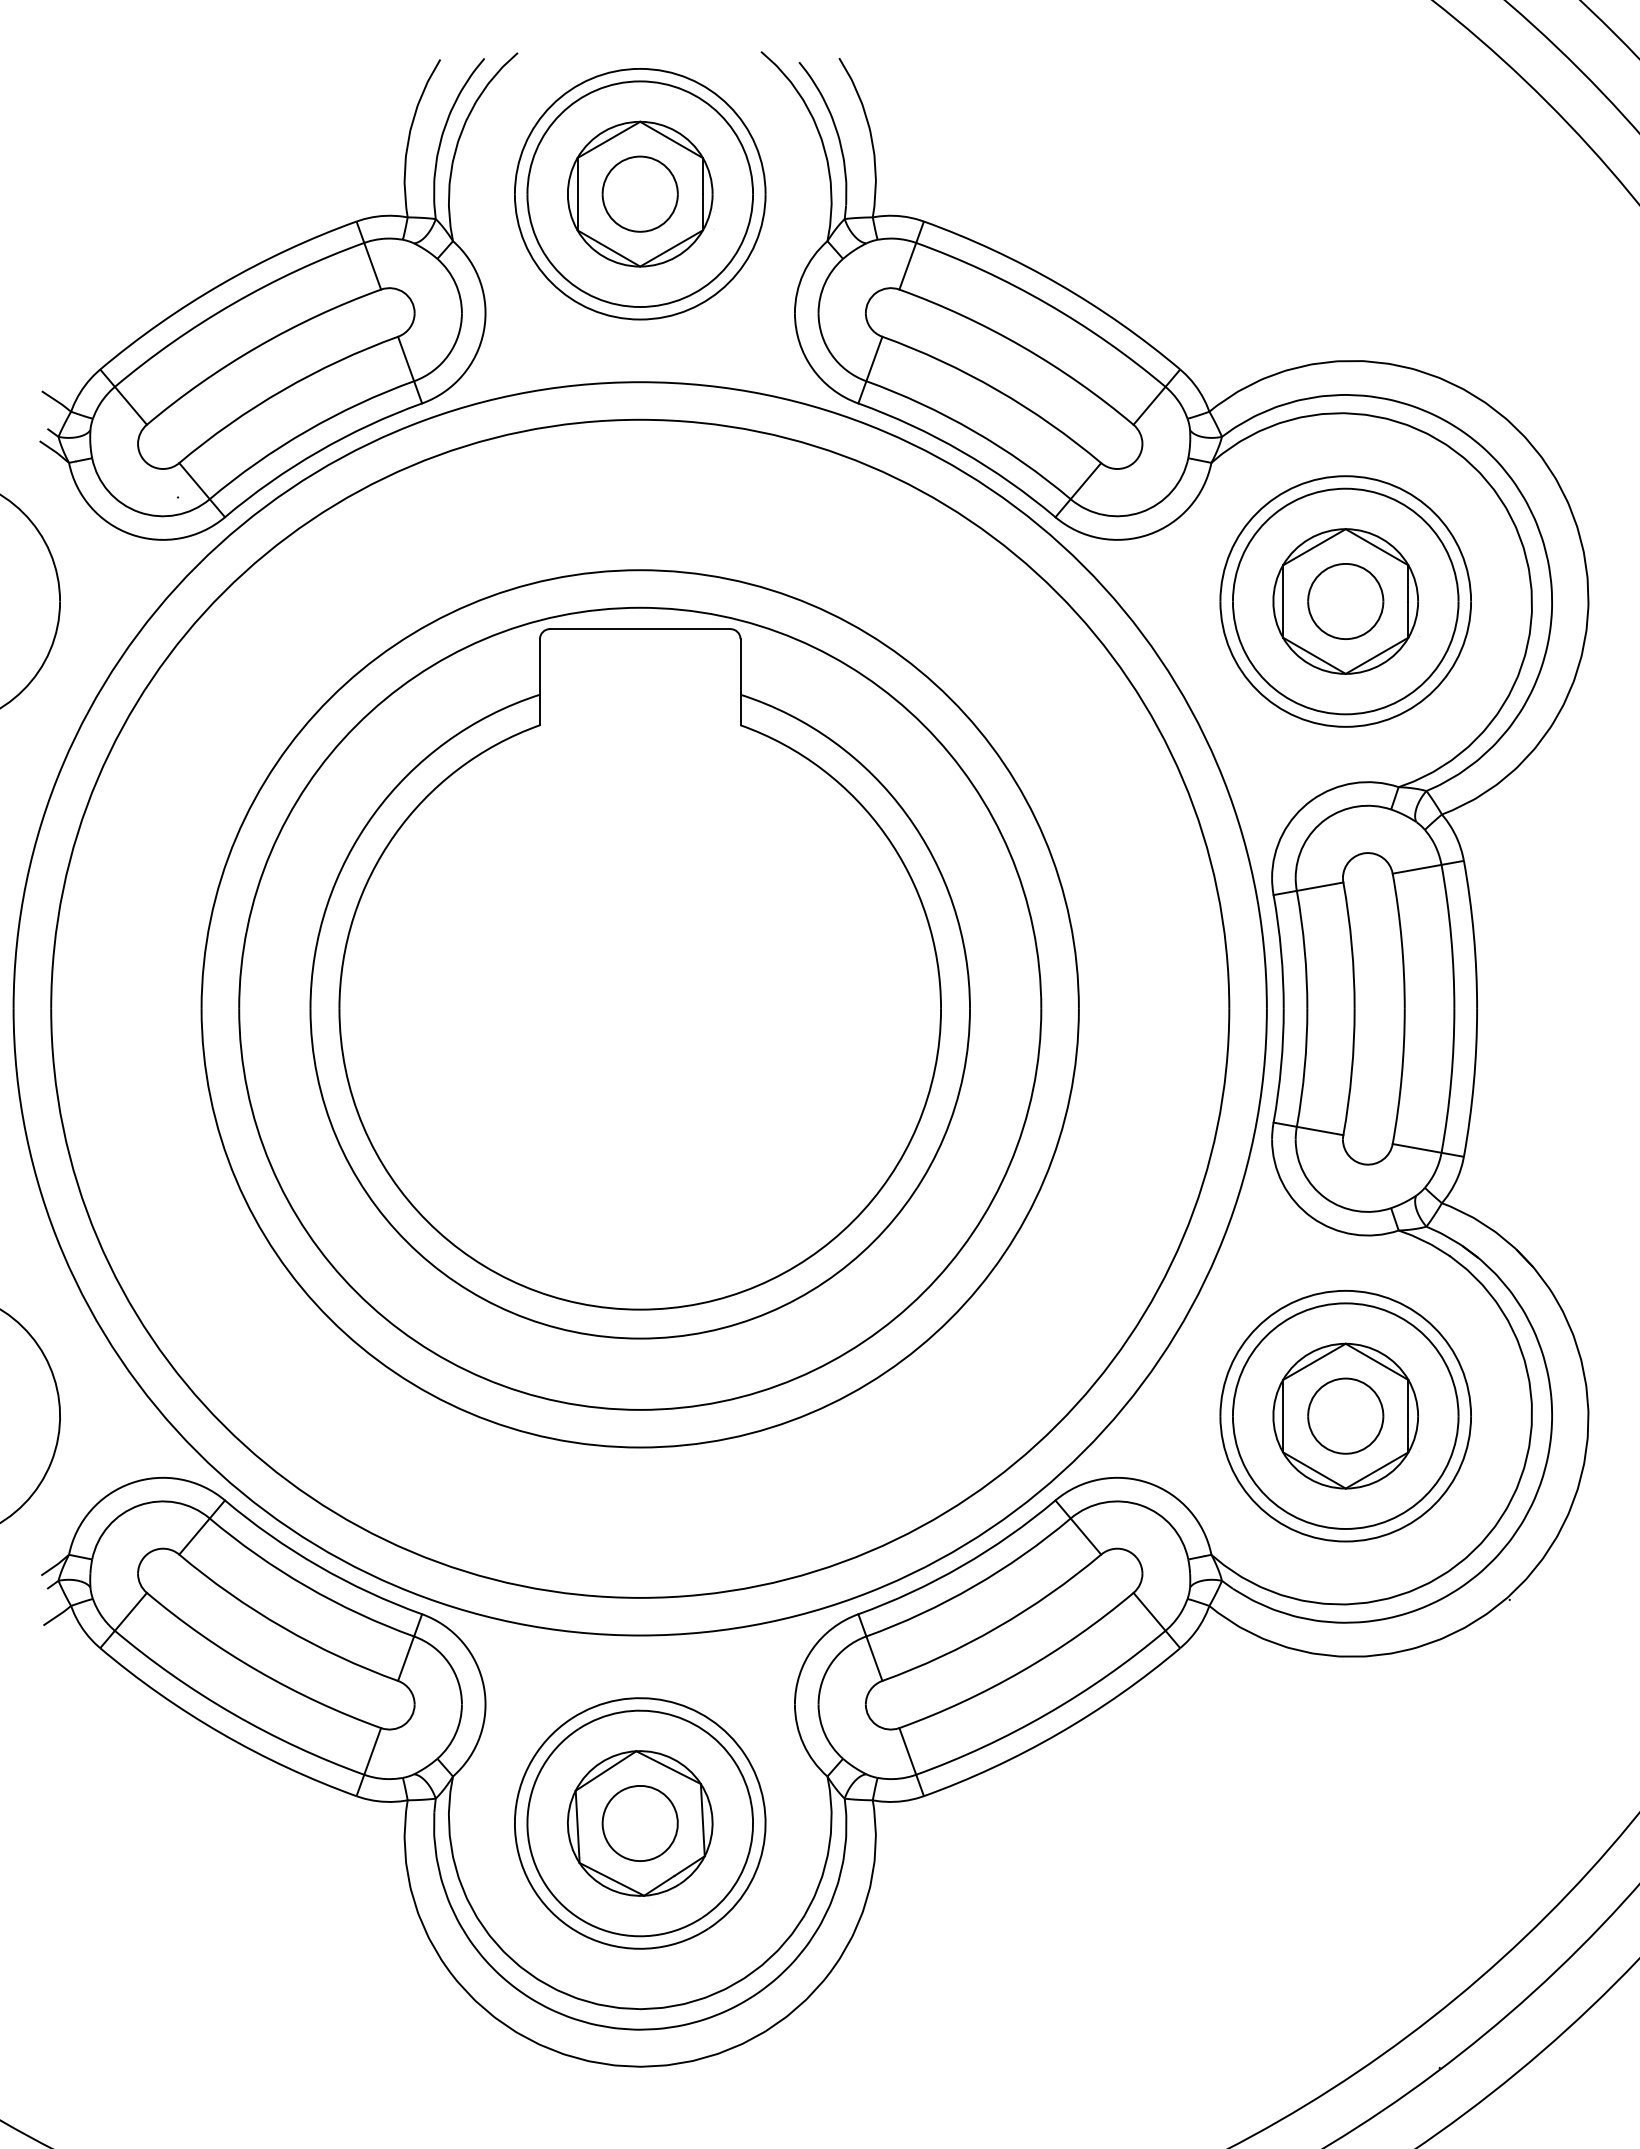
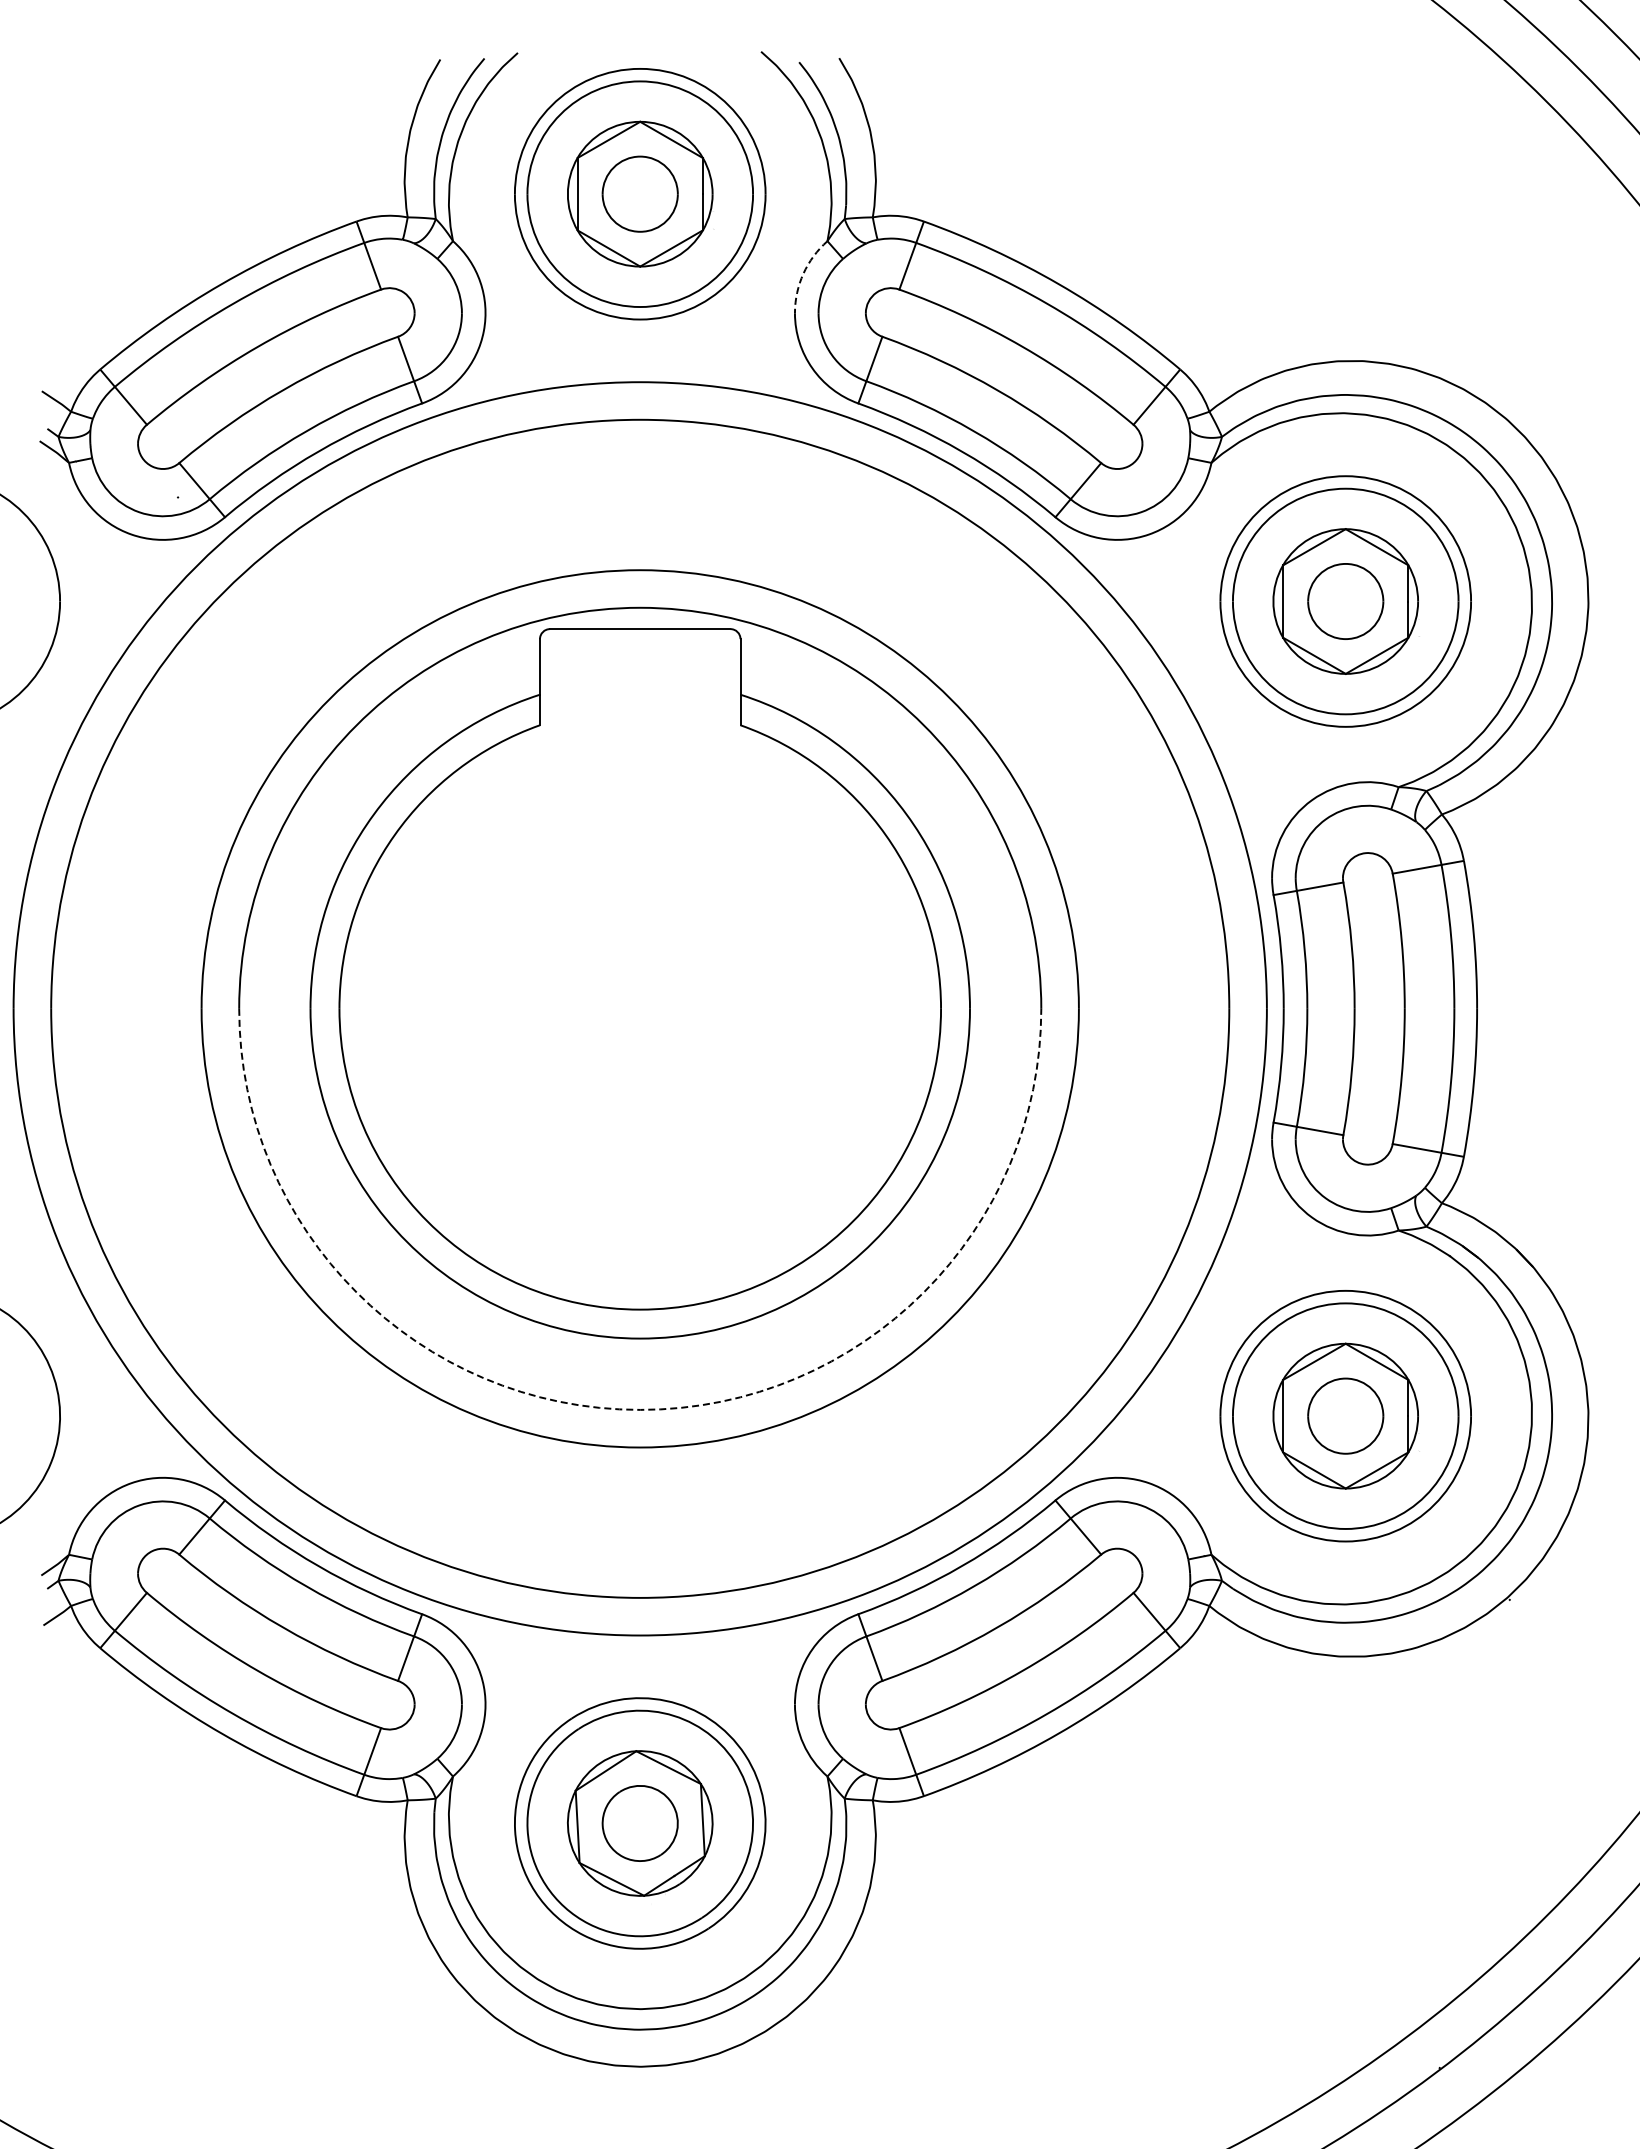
arc at (803, 273): solid -> dashed
arc at (640, 1409): solid -> dashed
